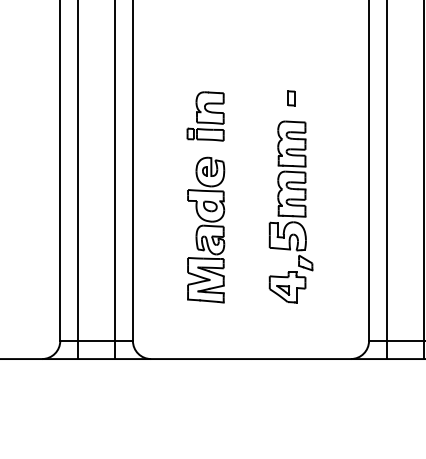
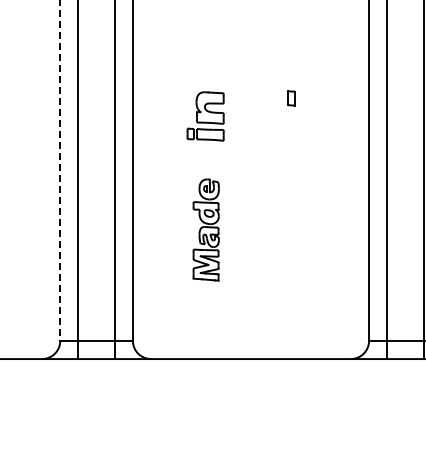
line at (60, 171): solid -> dashed
part at (290, 211): present -> none
part at (206, 229) size: 39x148 px -> 28x104 px
